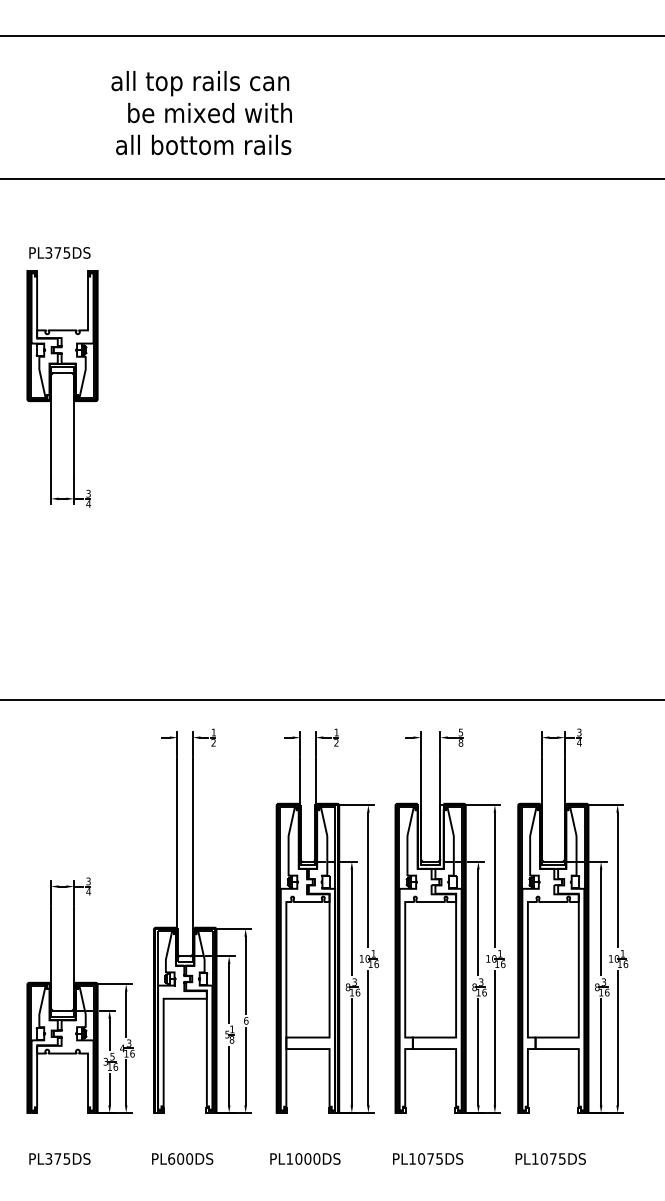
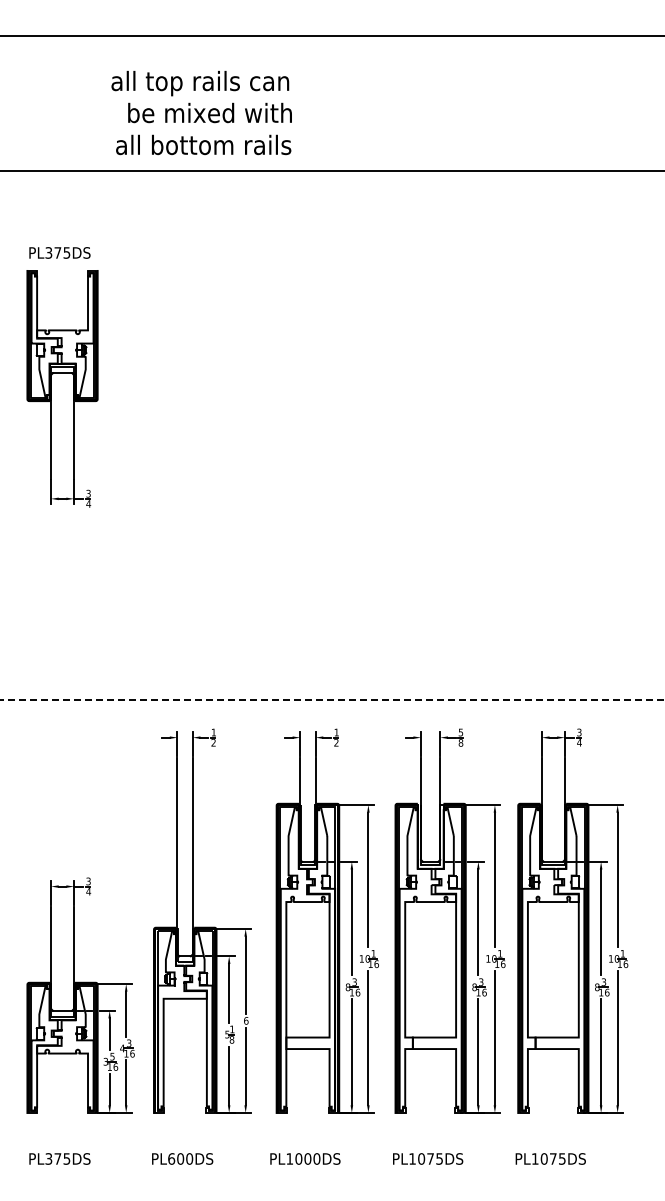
line at (331, 178) position: (331, 178) -> (331, 170)
line at (332, 699): solid -> dashed
